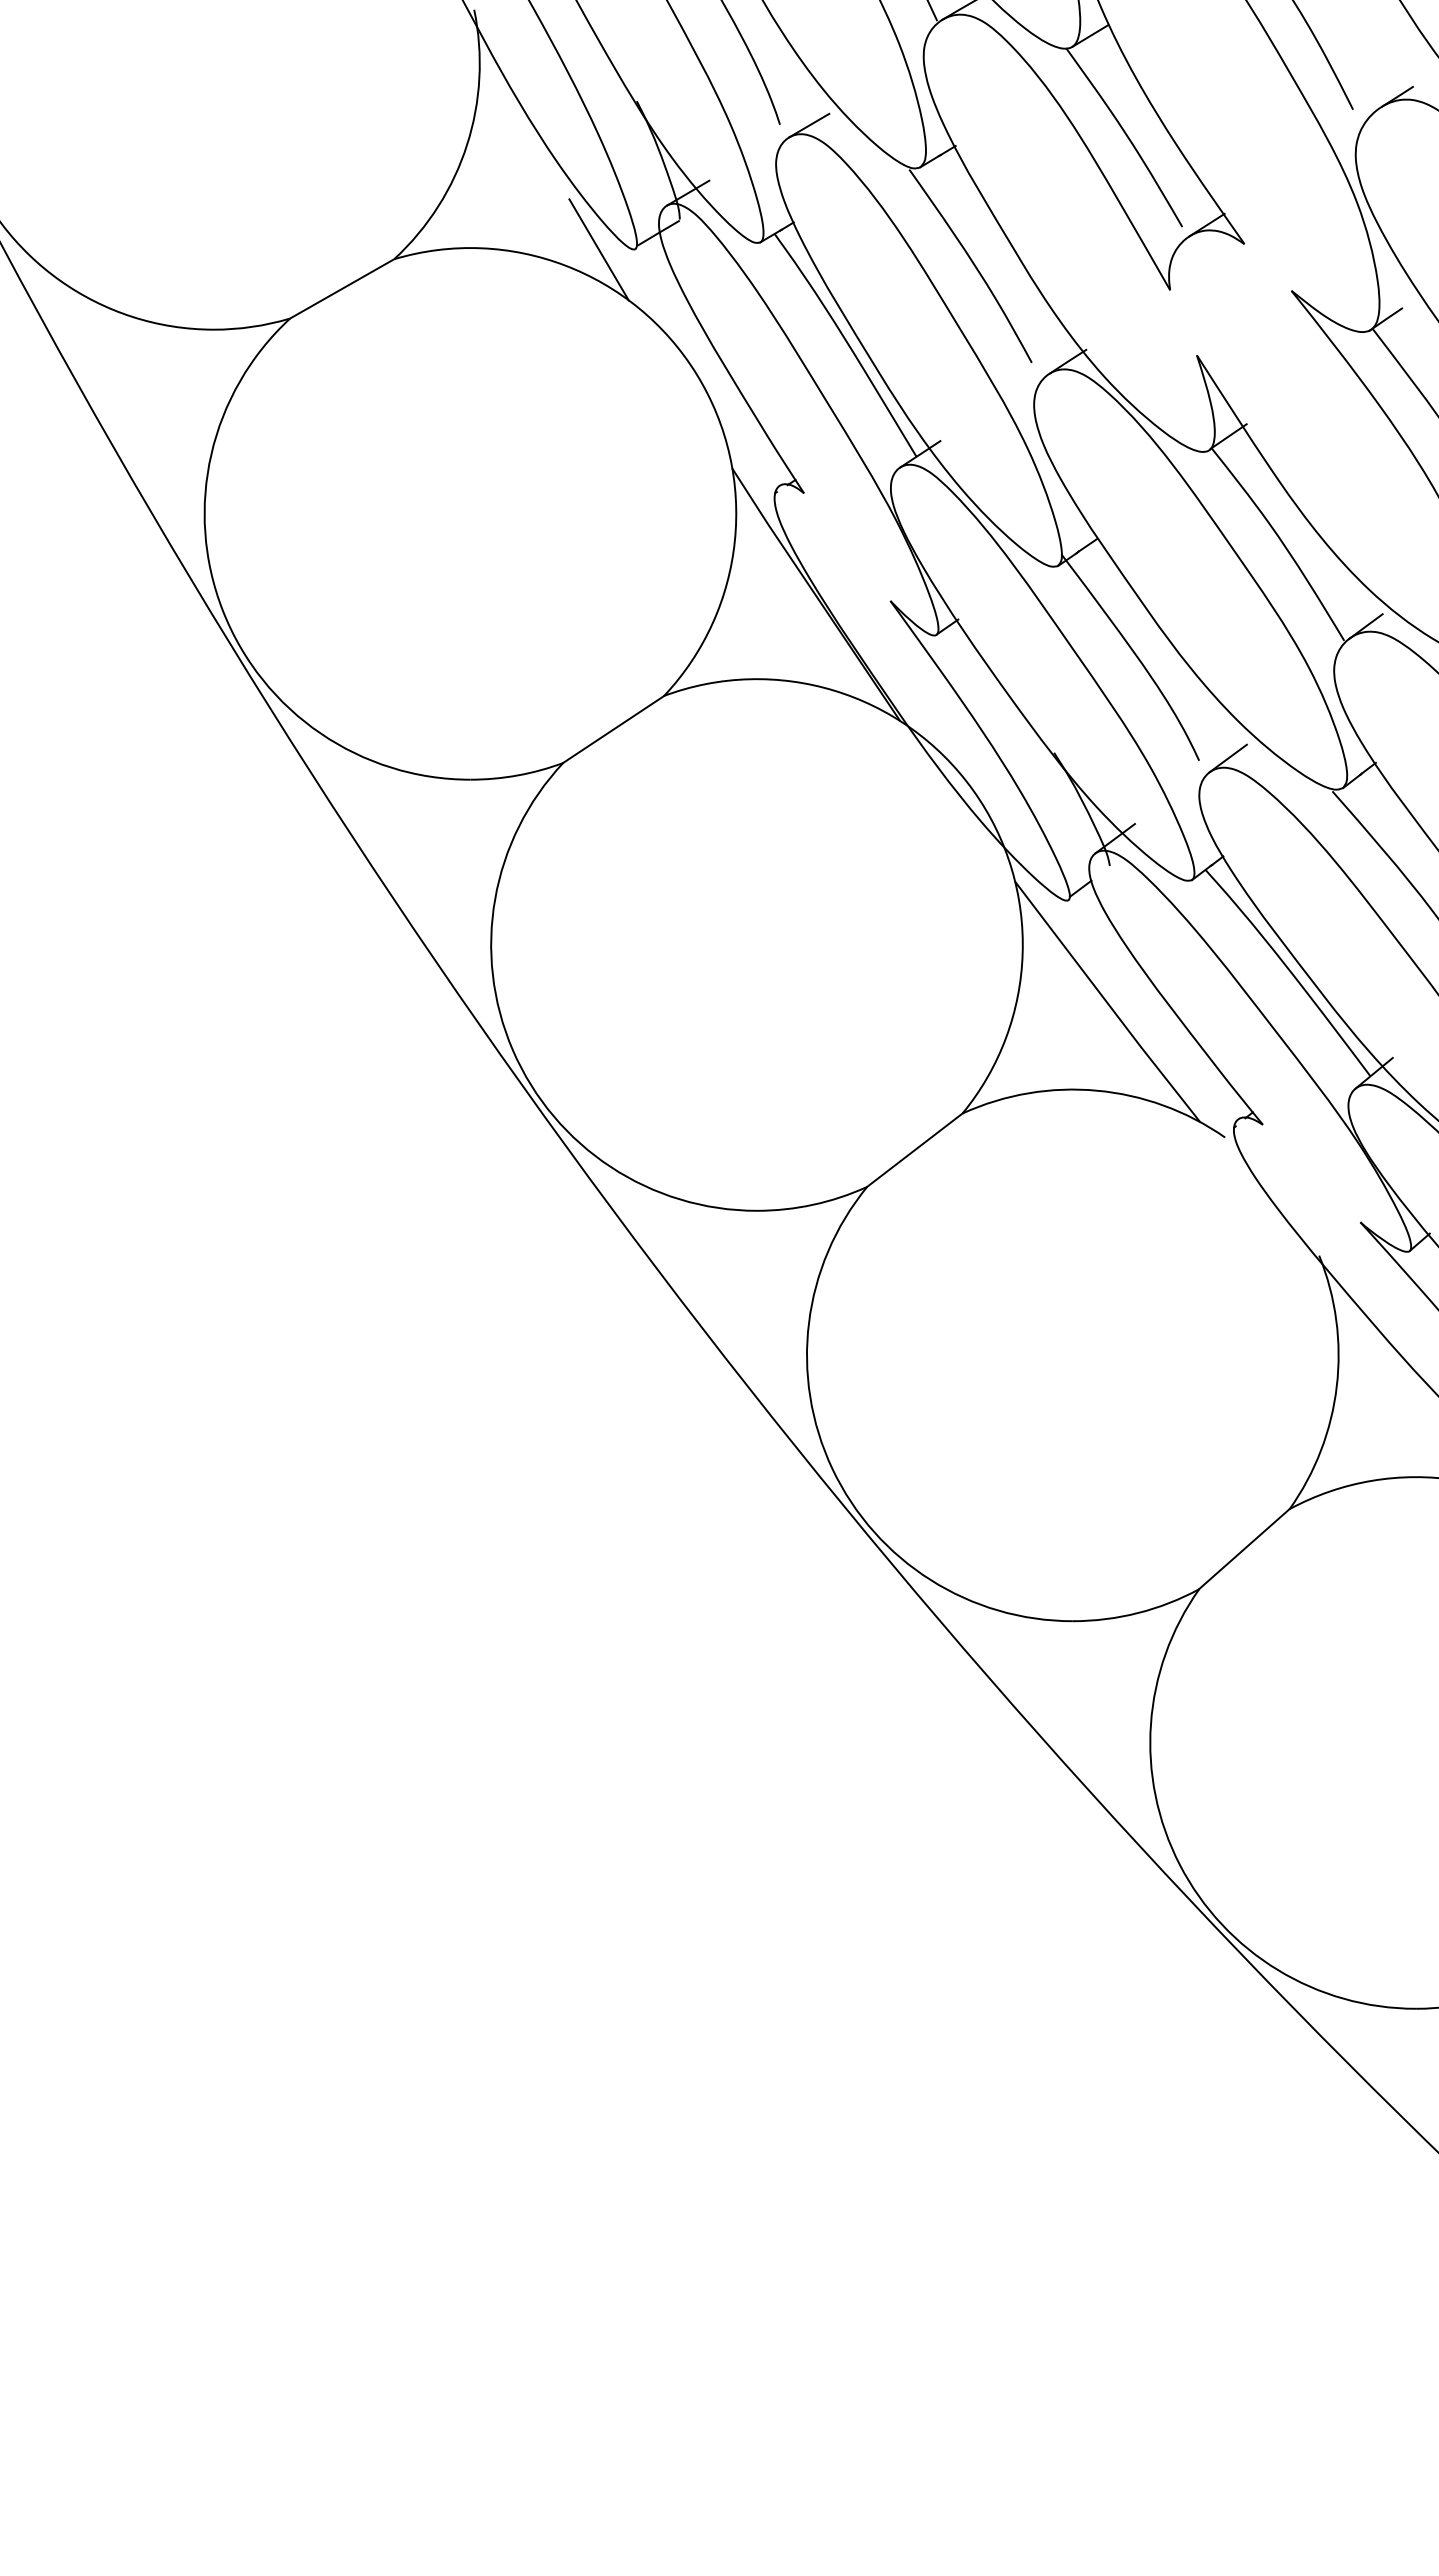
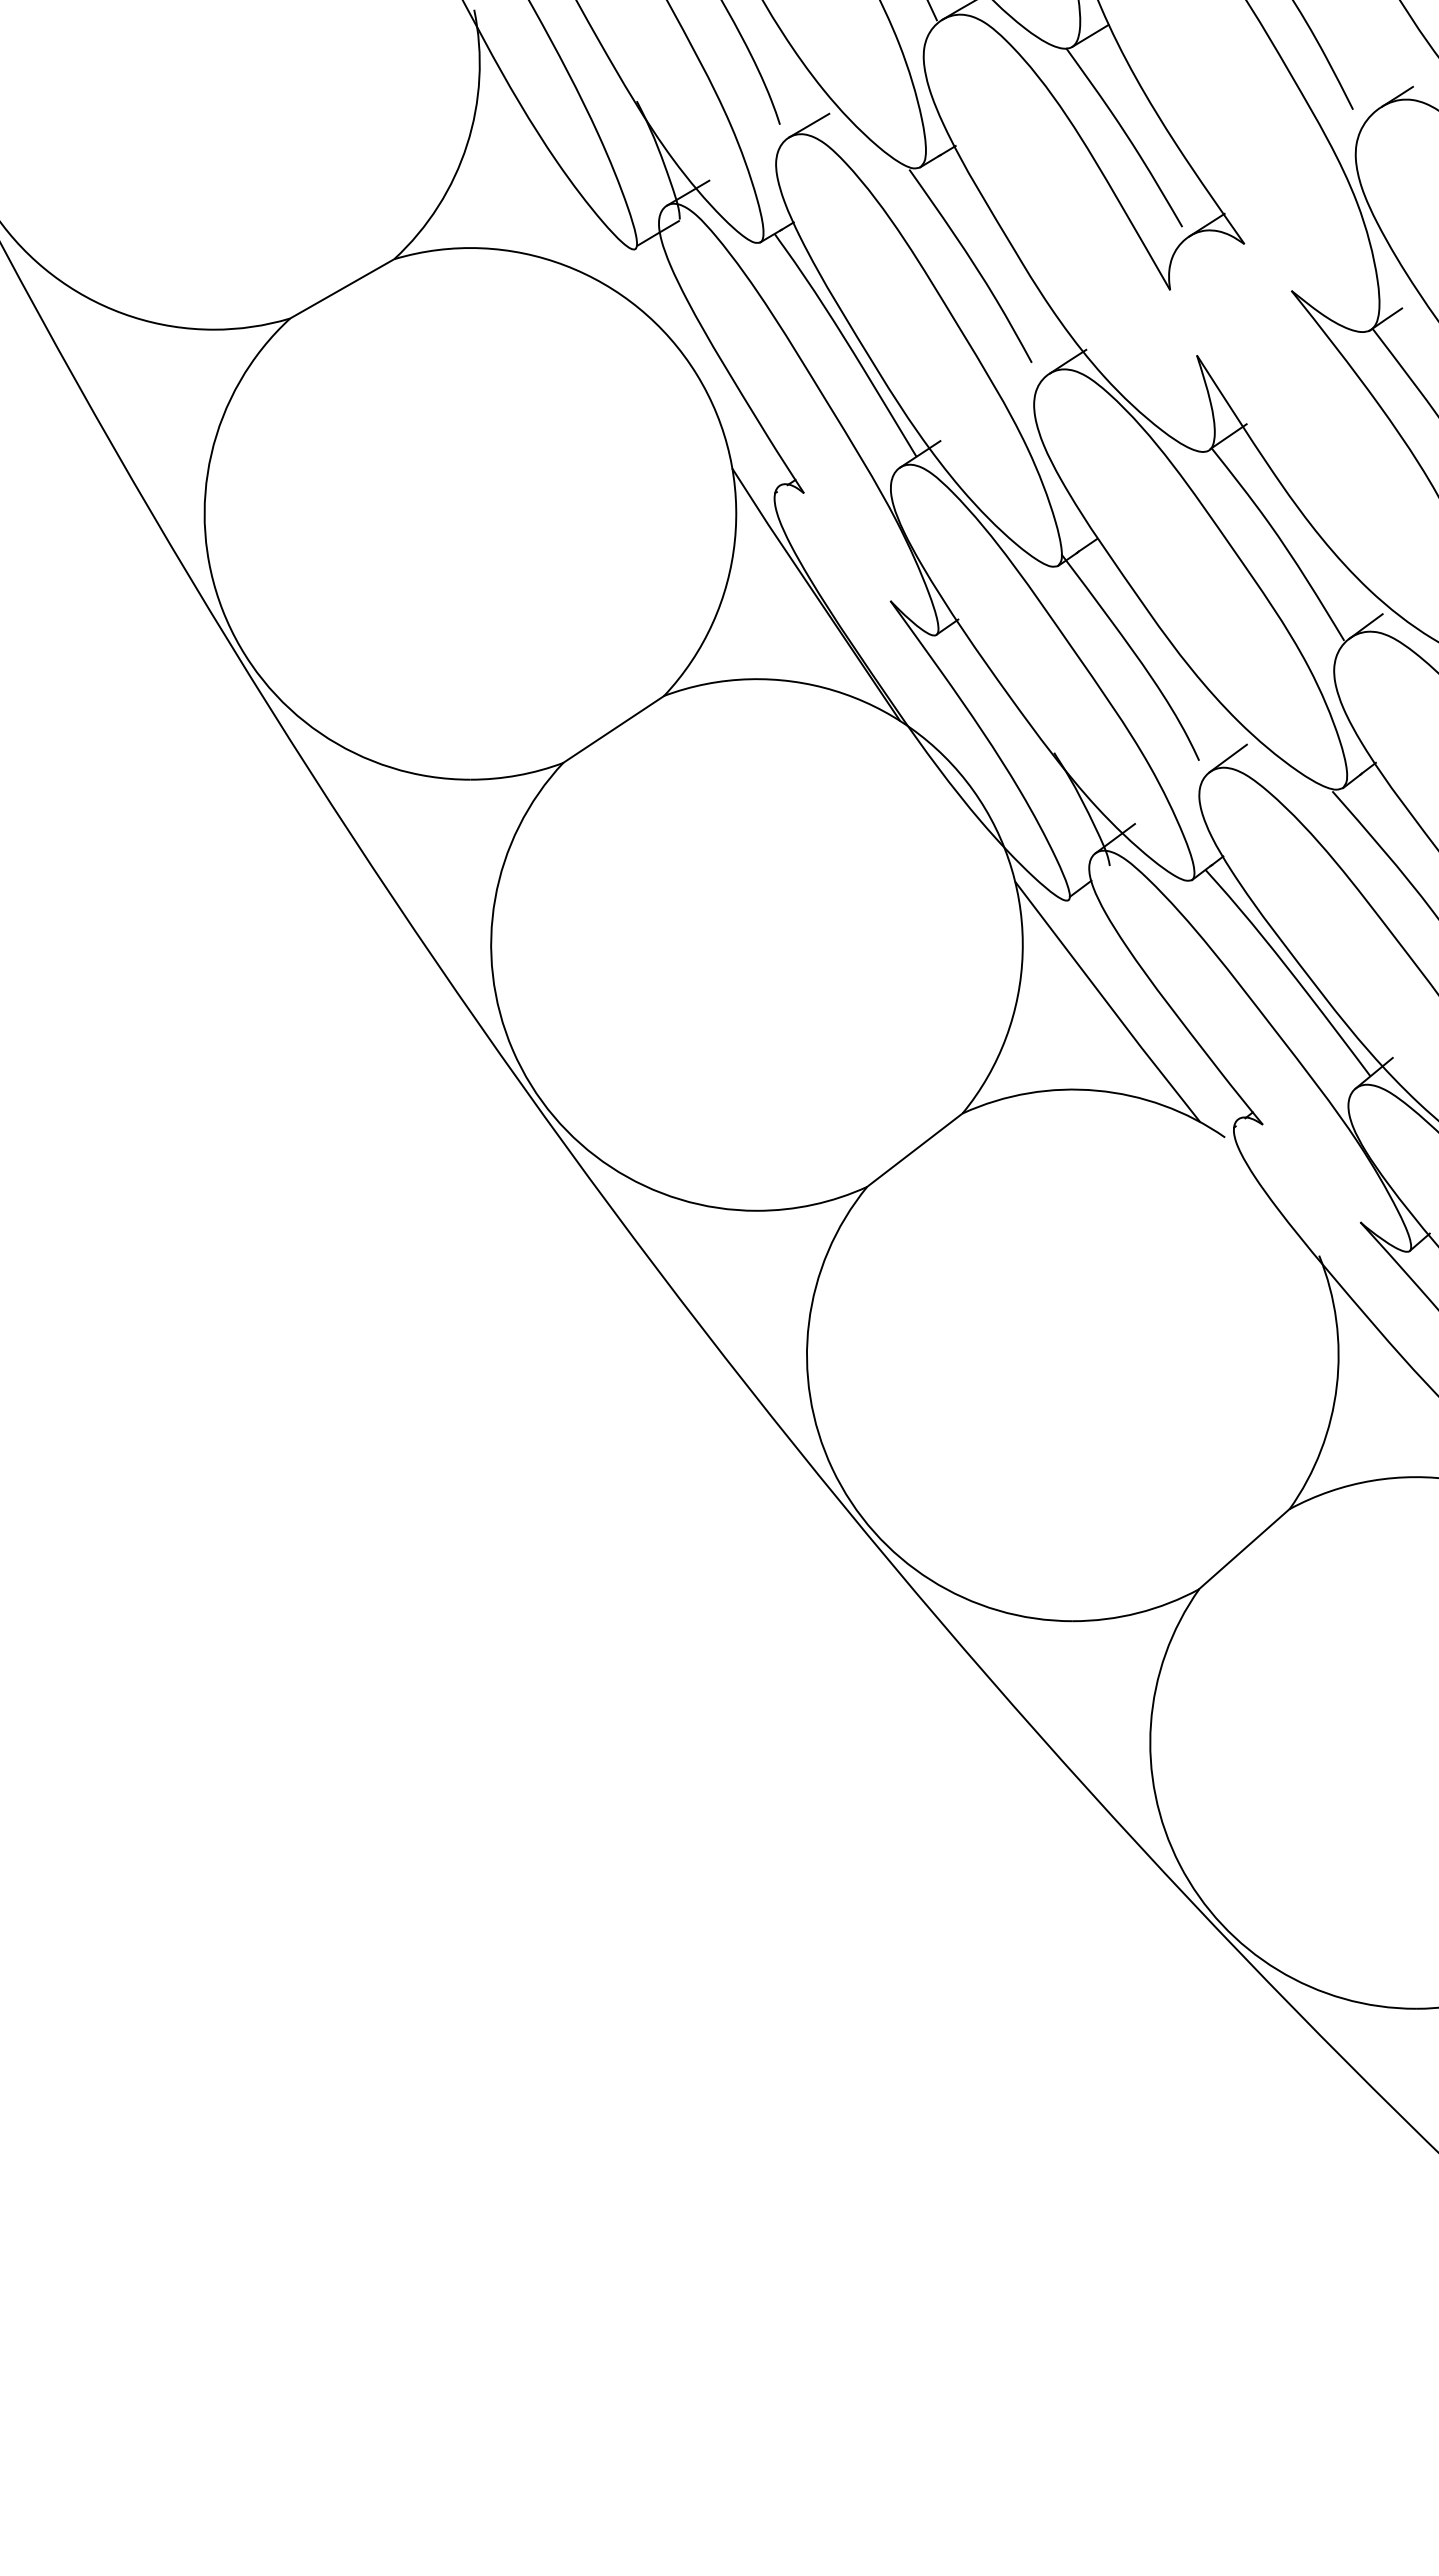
line at (598, 249): present -> none
